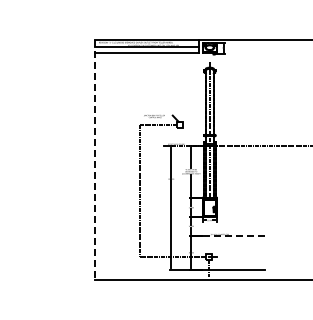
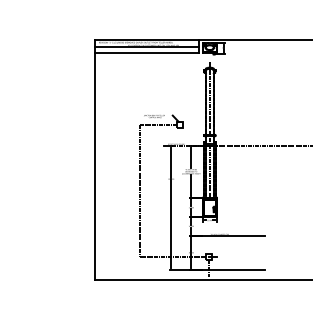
line at (95, 160): dashed -> solid
line at (233, 235): dashed -> solid
